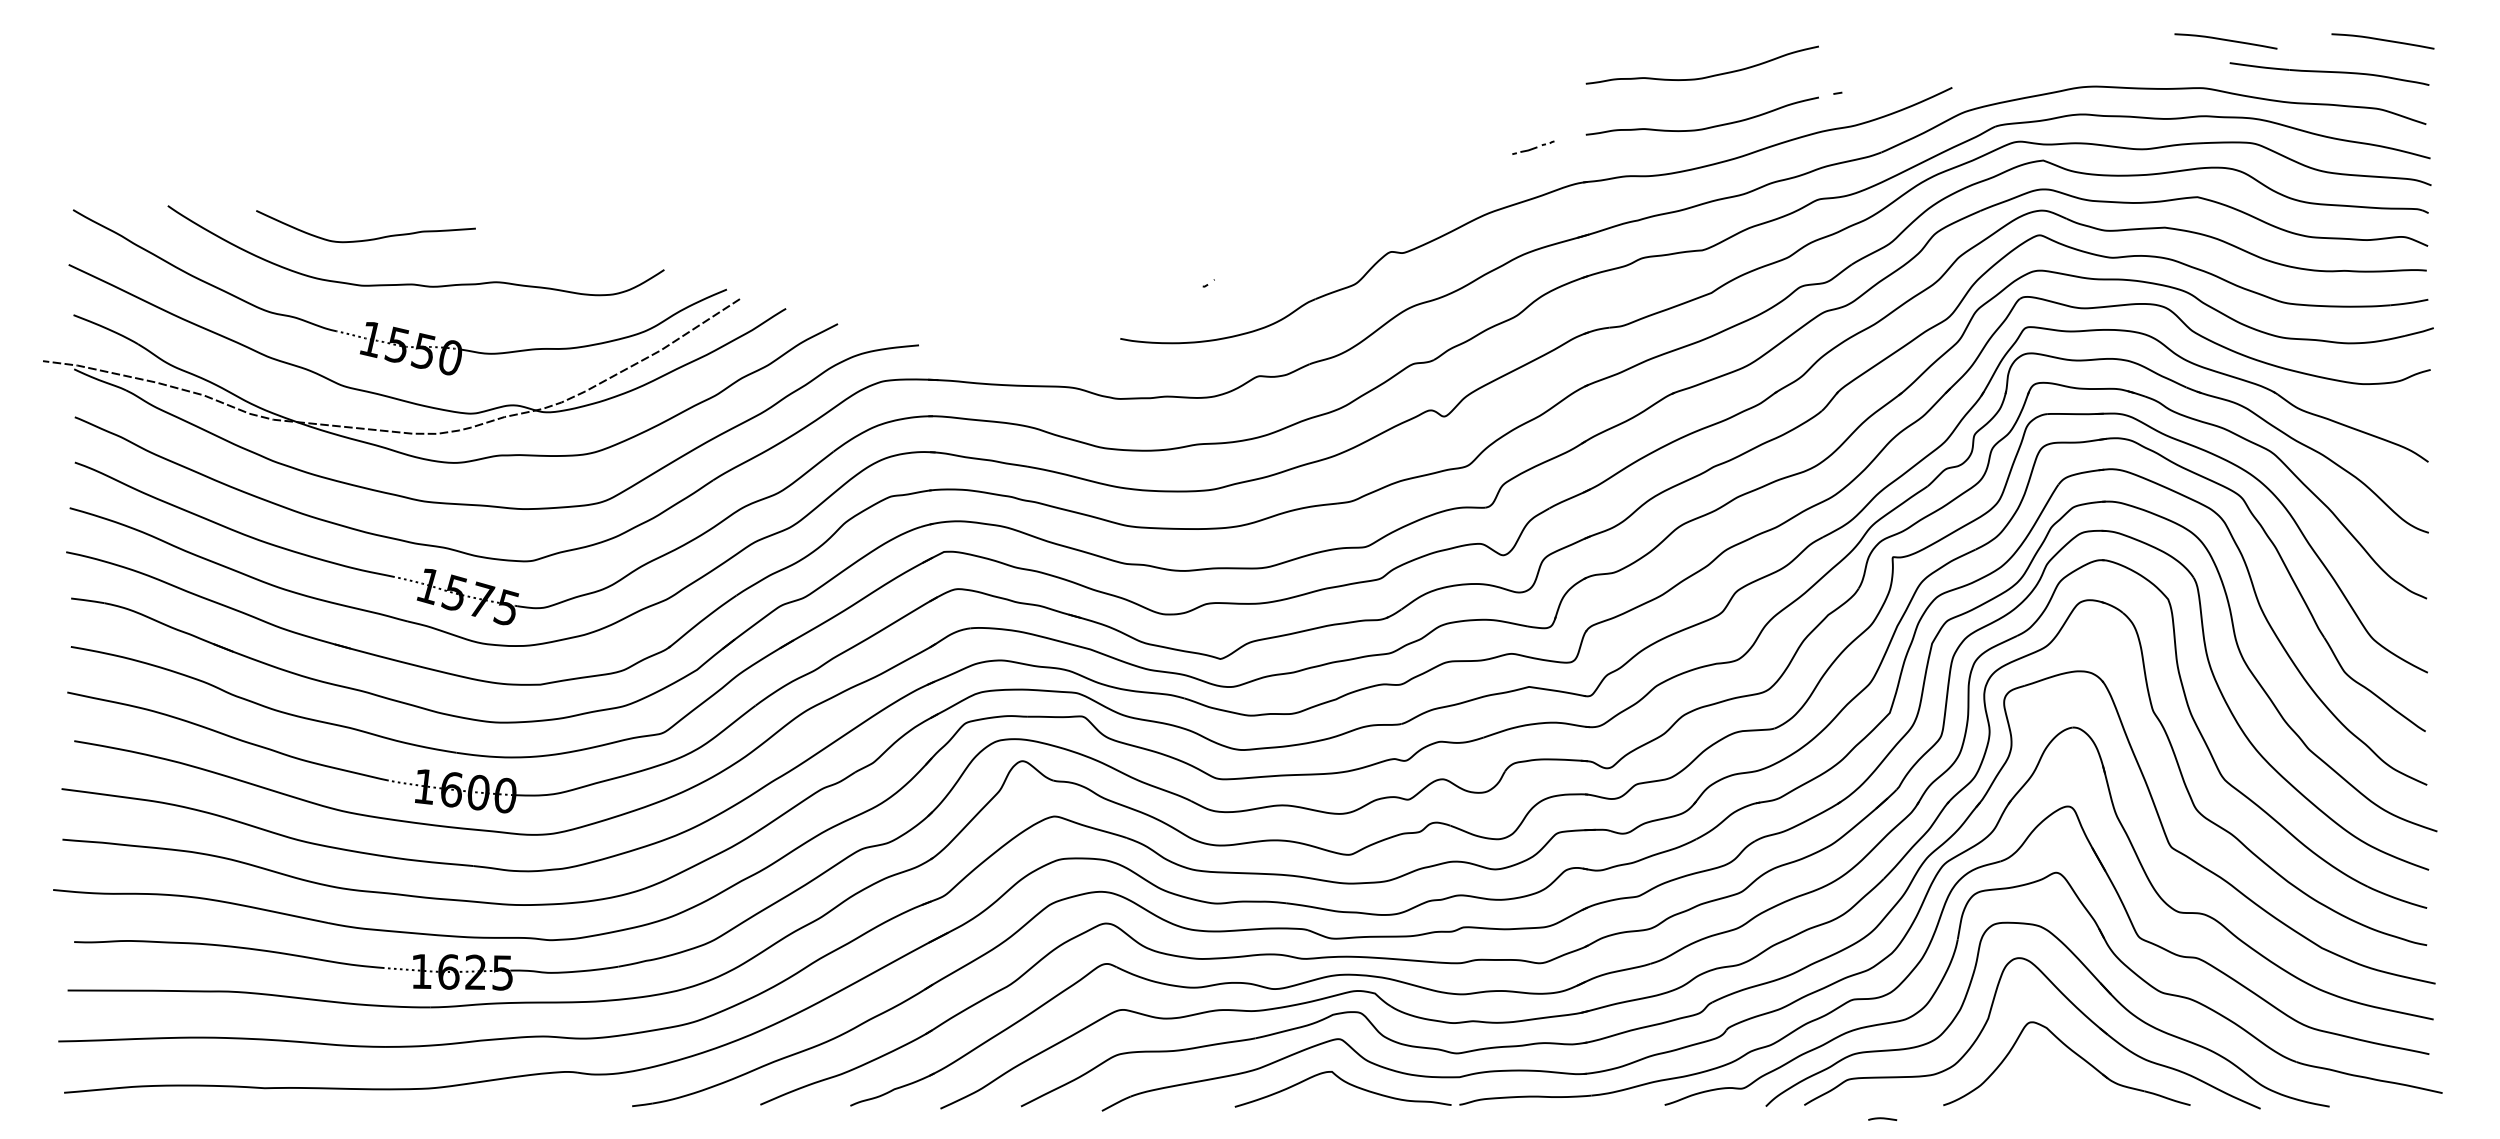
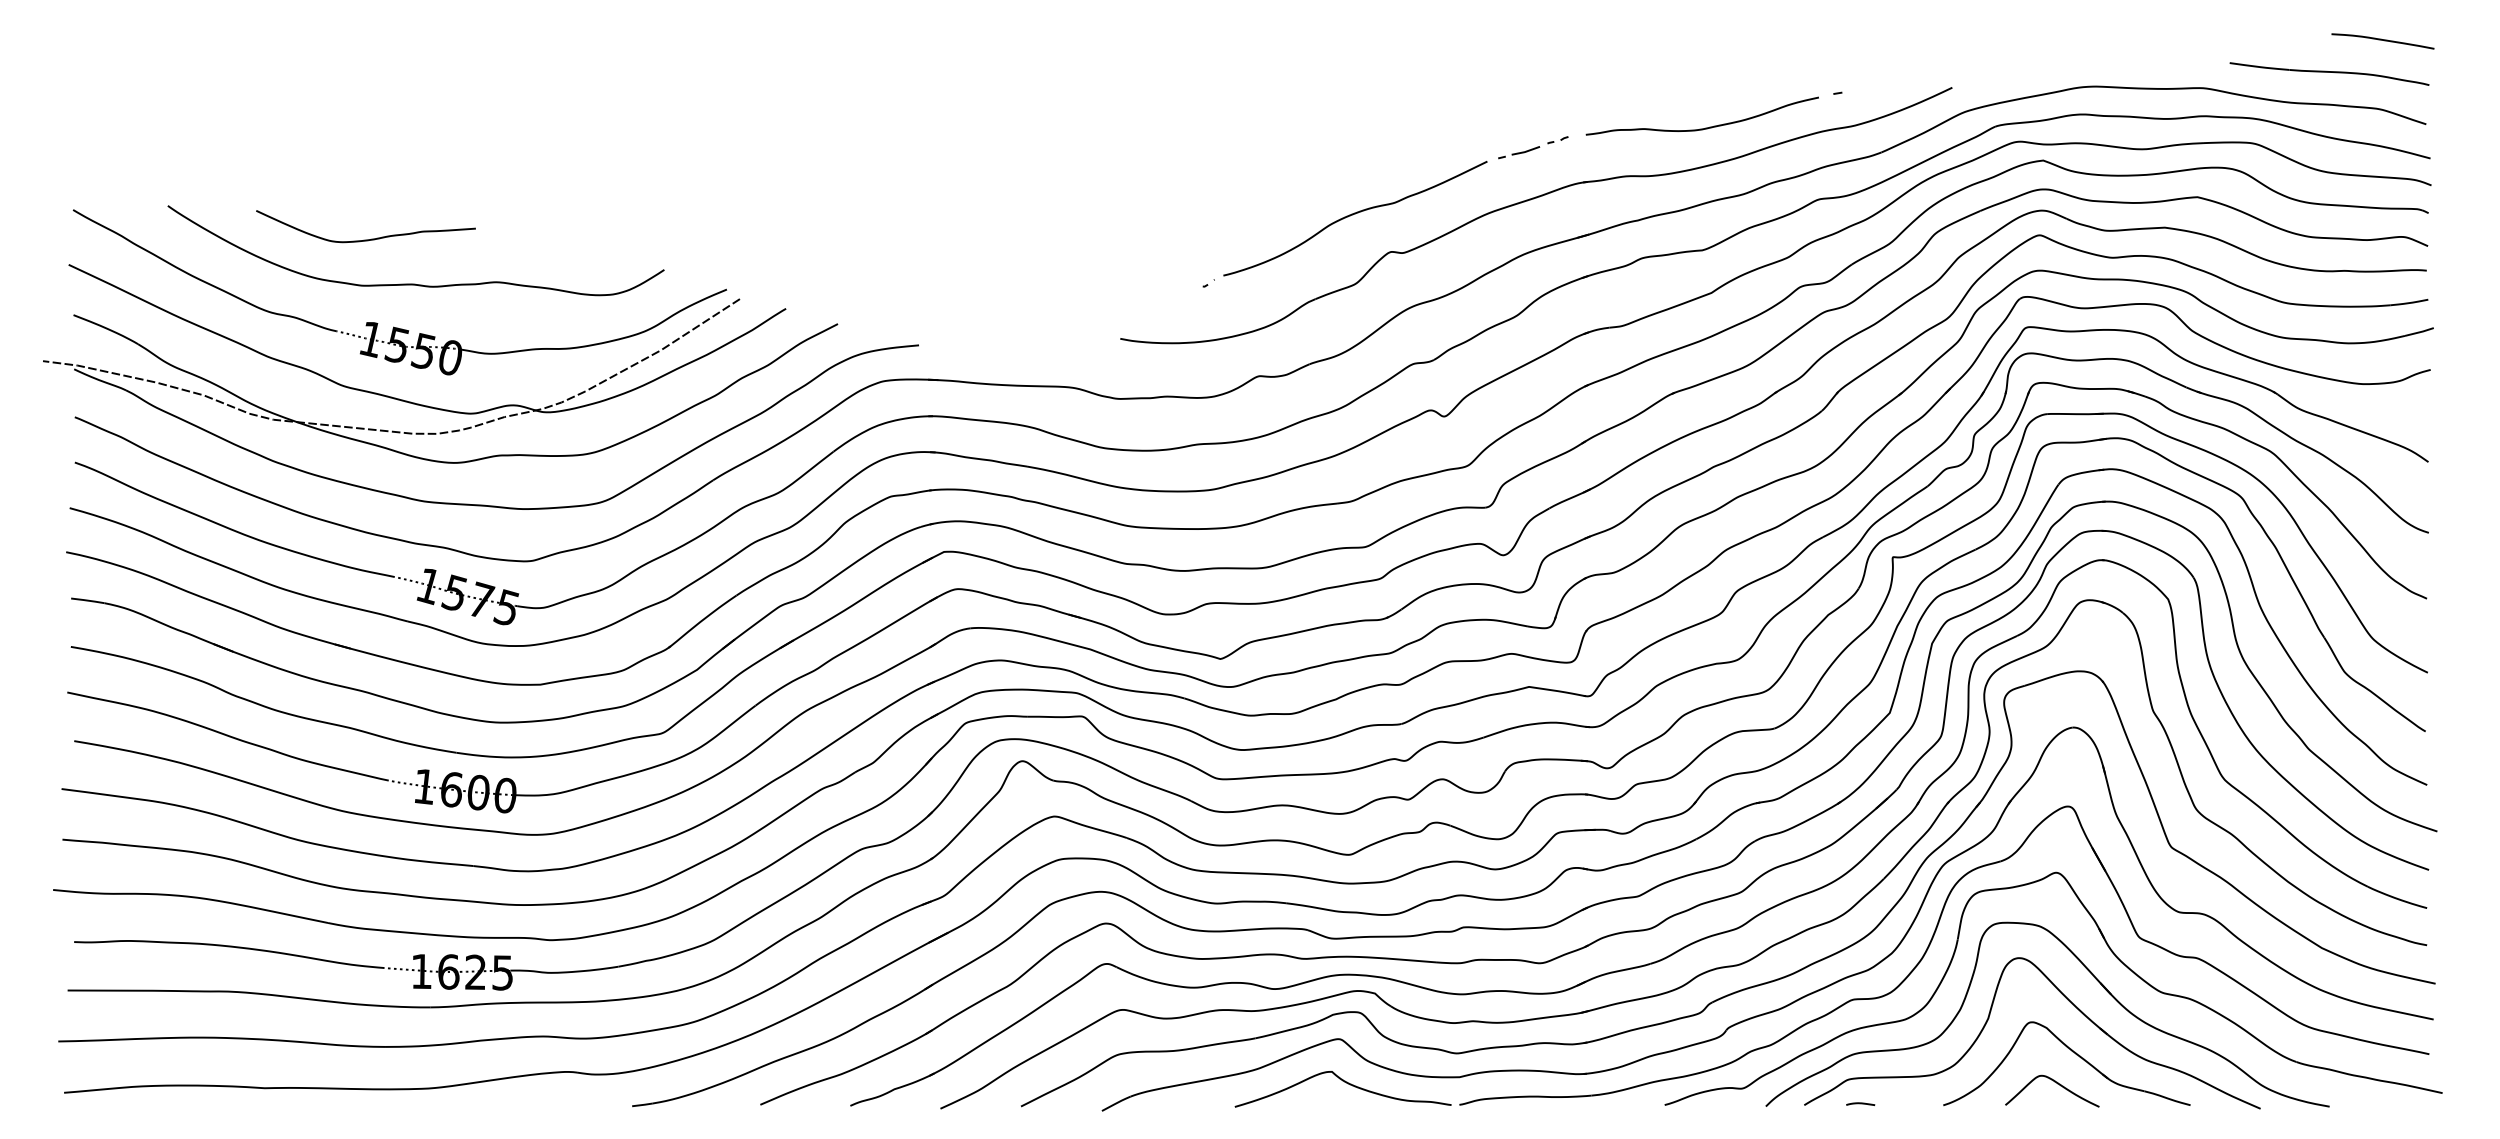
curve at (2225, 40): present -> none
curve at (1705, 76): present -> none
part at (1533, 147) size: 43x15 px -> 71x24 px
curve at (1355, 214): none -> present
curve at (2057, 1084): none -> present
line at (1882, 1118) position: (1882, 1118) -> (1860, 1103)
